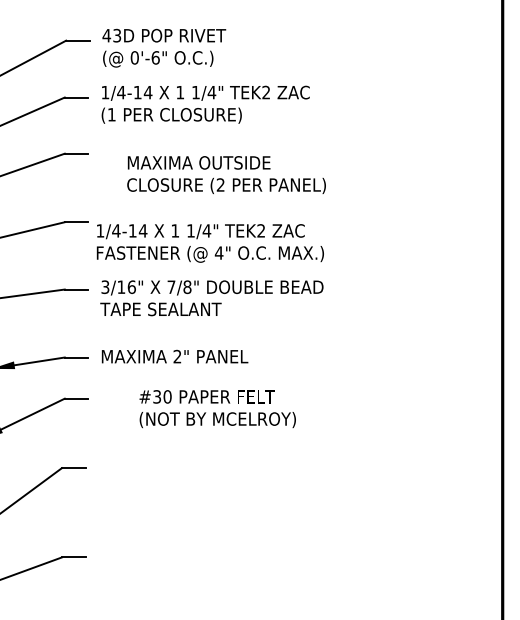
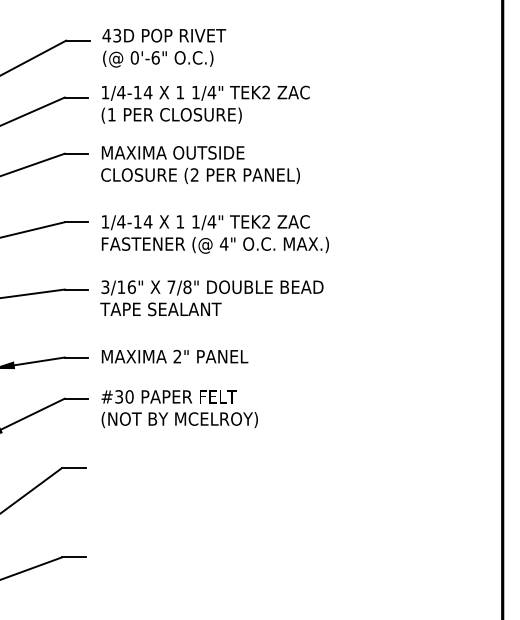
text at (226, 174) position: (226, 174) -> (200, 164)
text at (209, 243) position: (209, 243) -> (214, 234)
text at (217, 409) position: (217, 409) -> (179, 409)
